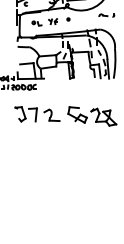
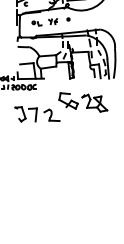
part at (106, 15): present -> none
part at (92, 116) position: (92, 116) -> (83, 102)
